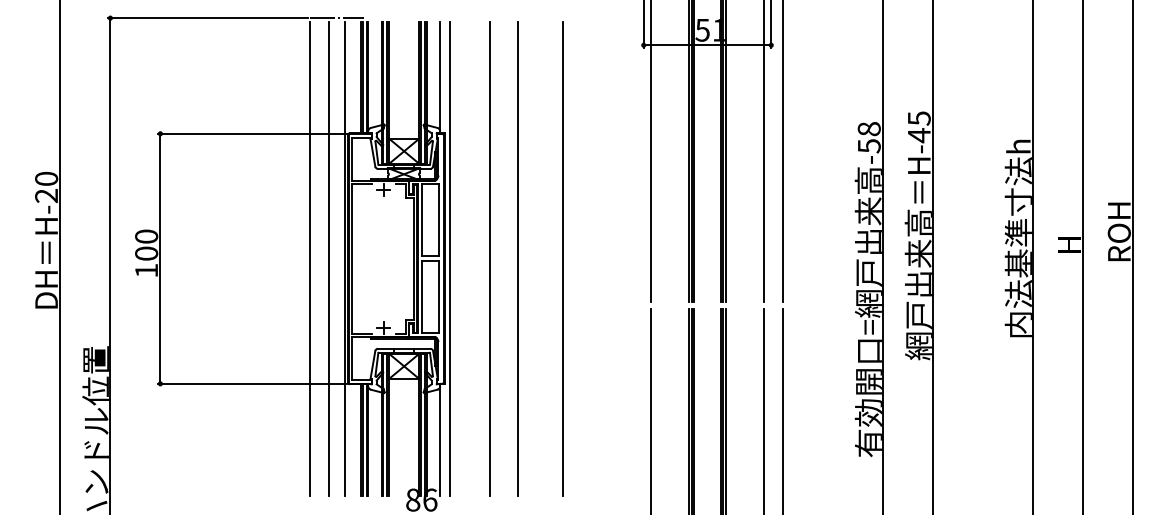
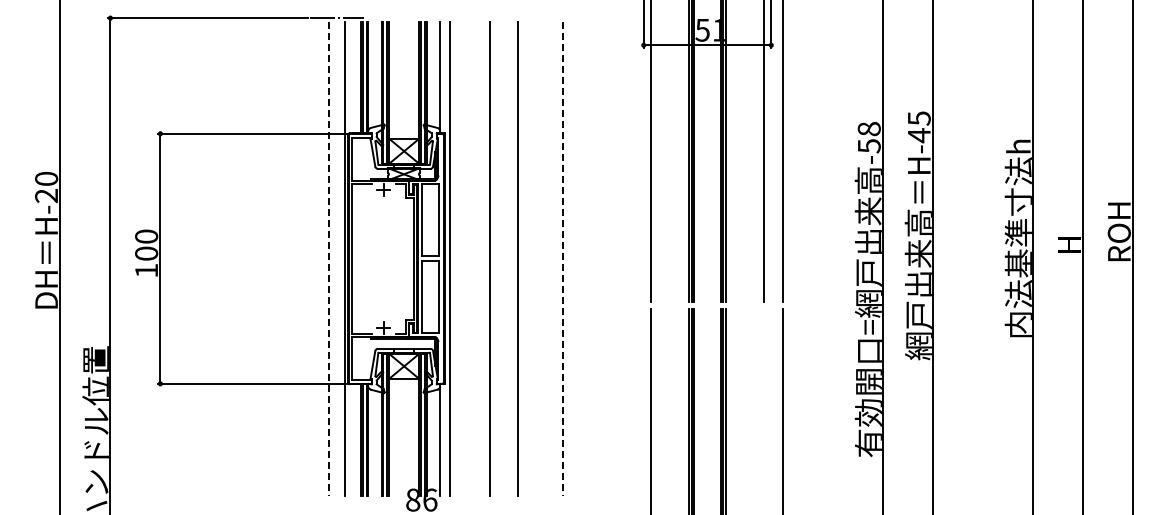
line at (310, 258): present -> none
line at (329, 258): solid -> dashed
line at (562, 258): solid -> dashed
line at (763, 410): present -> none
